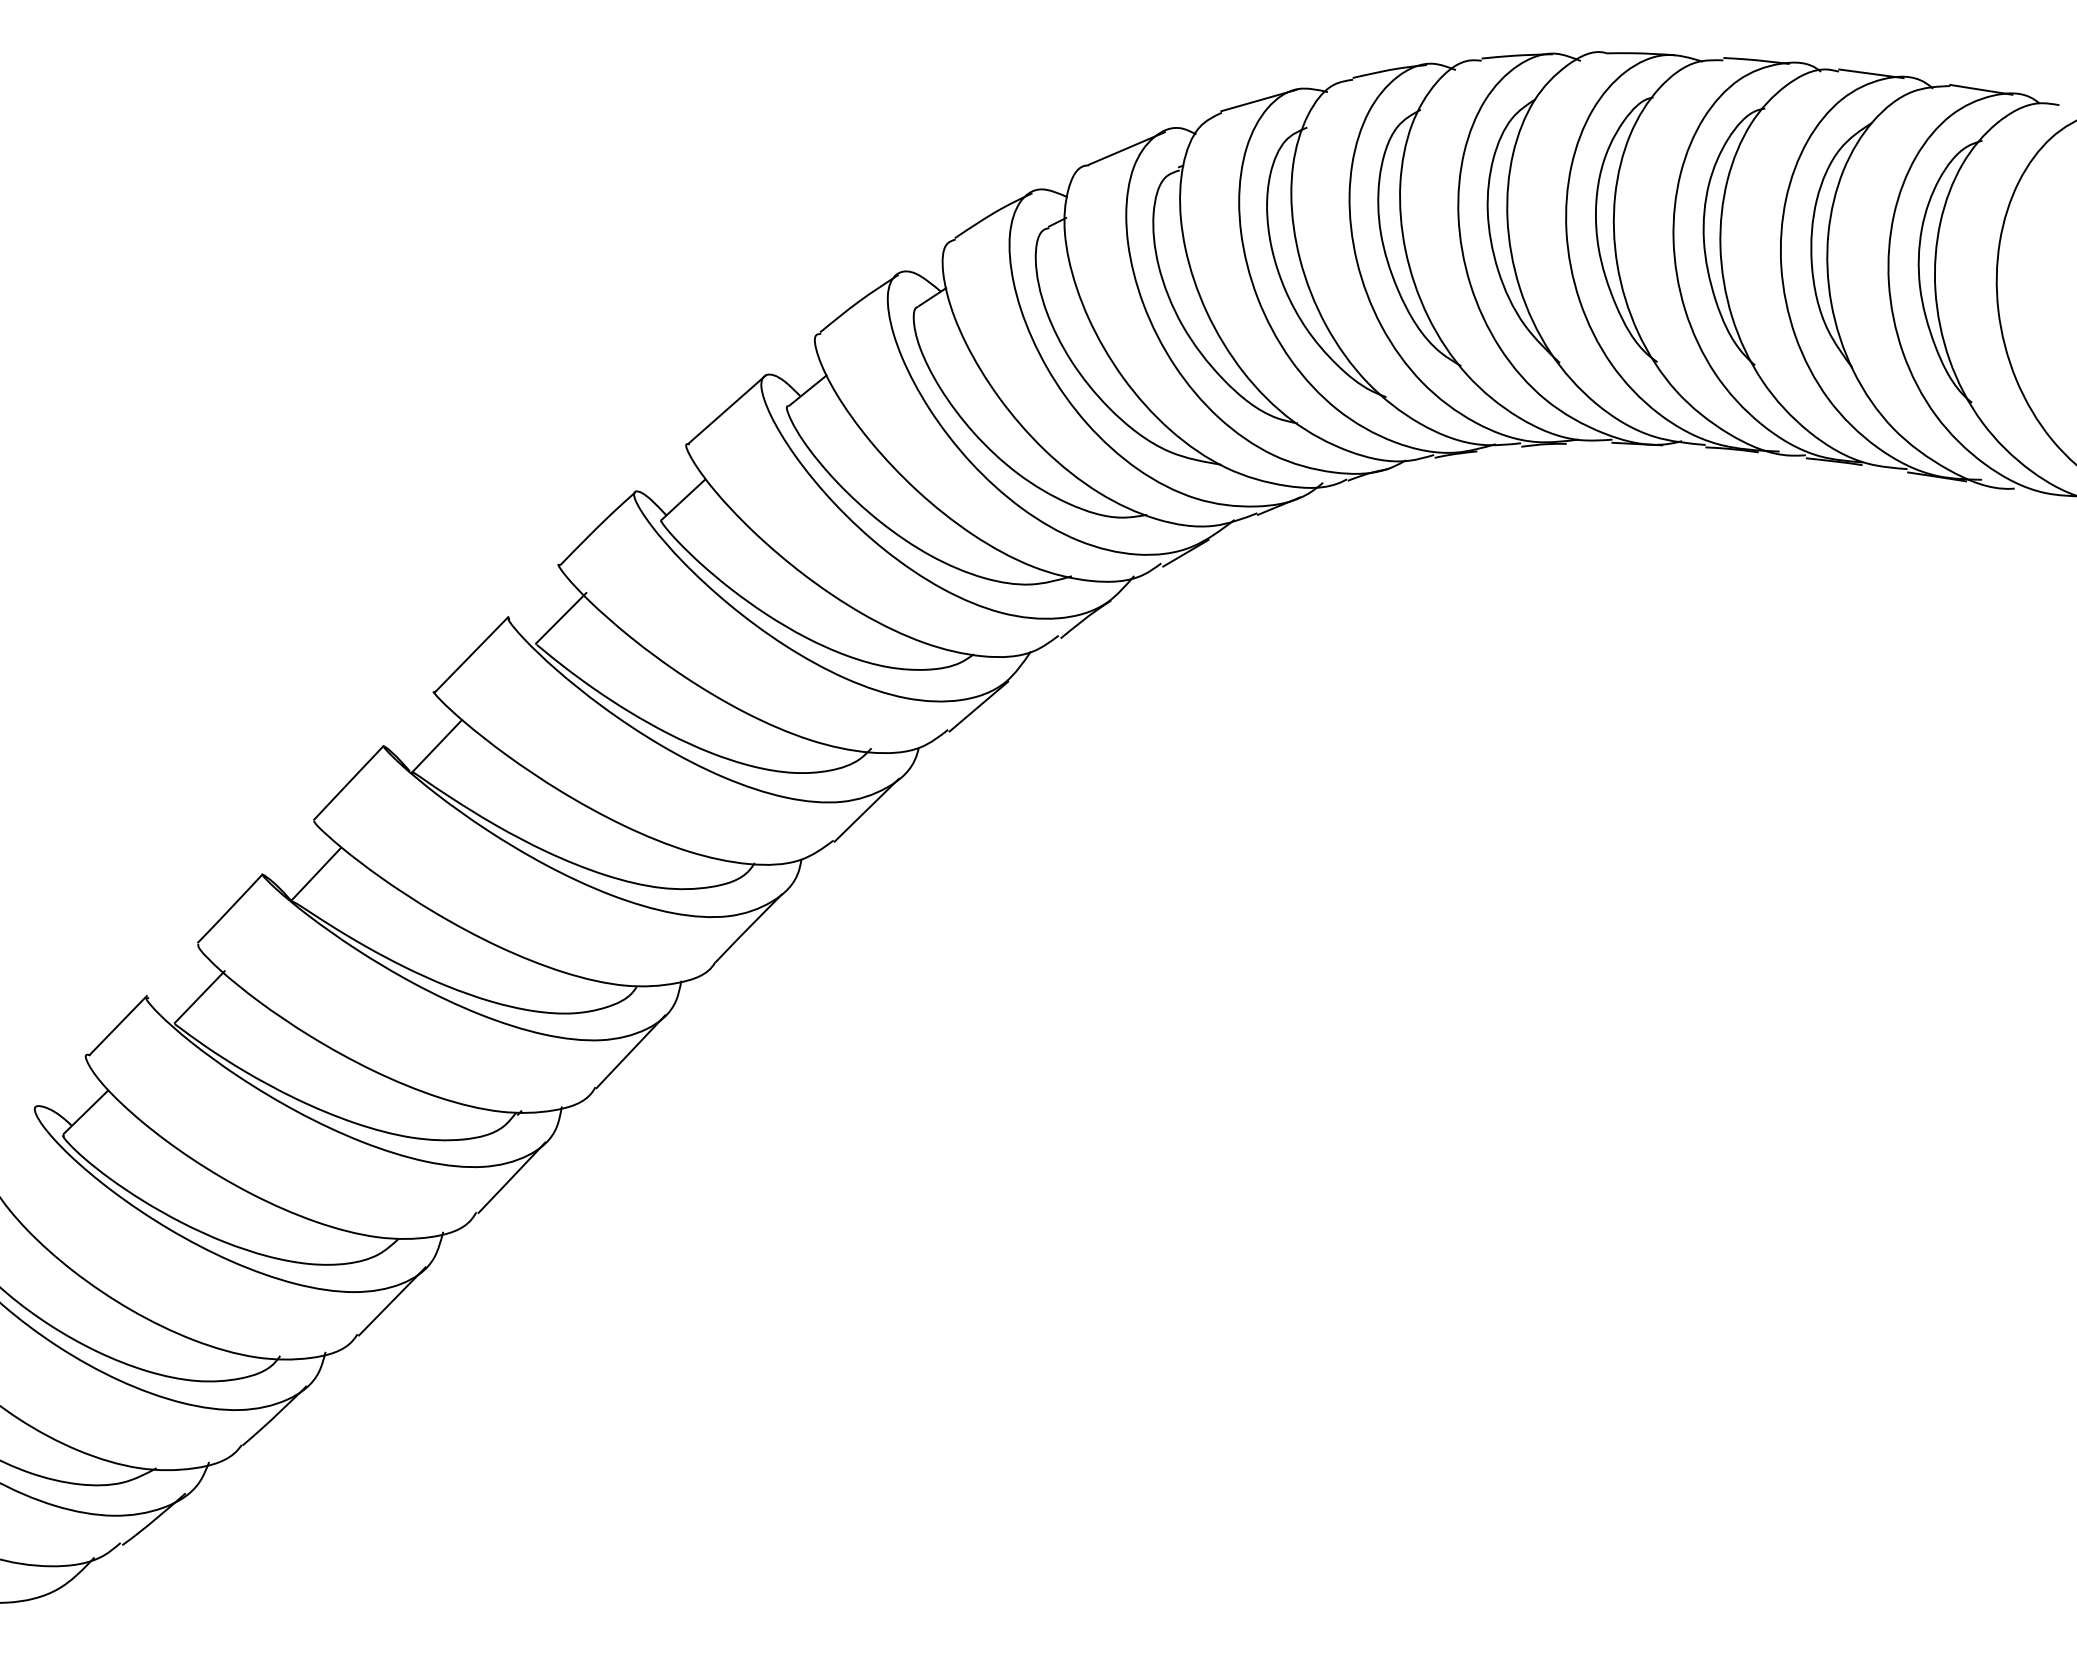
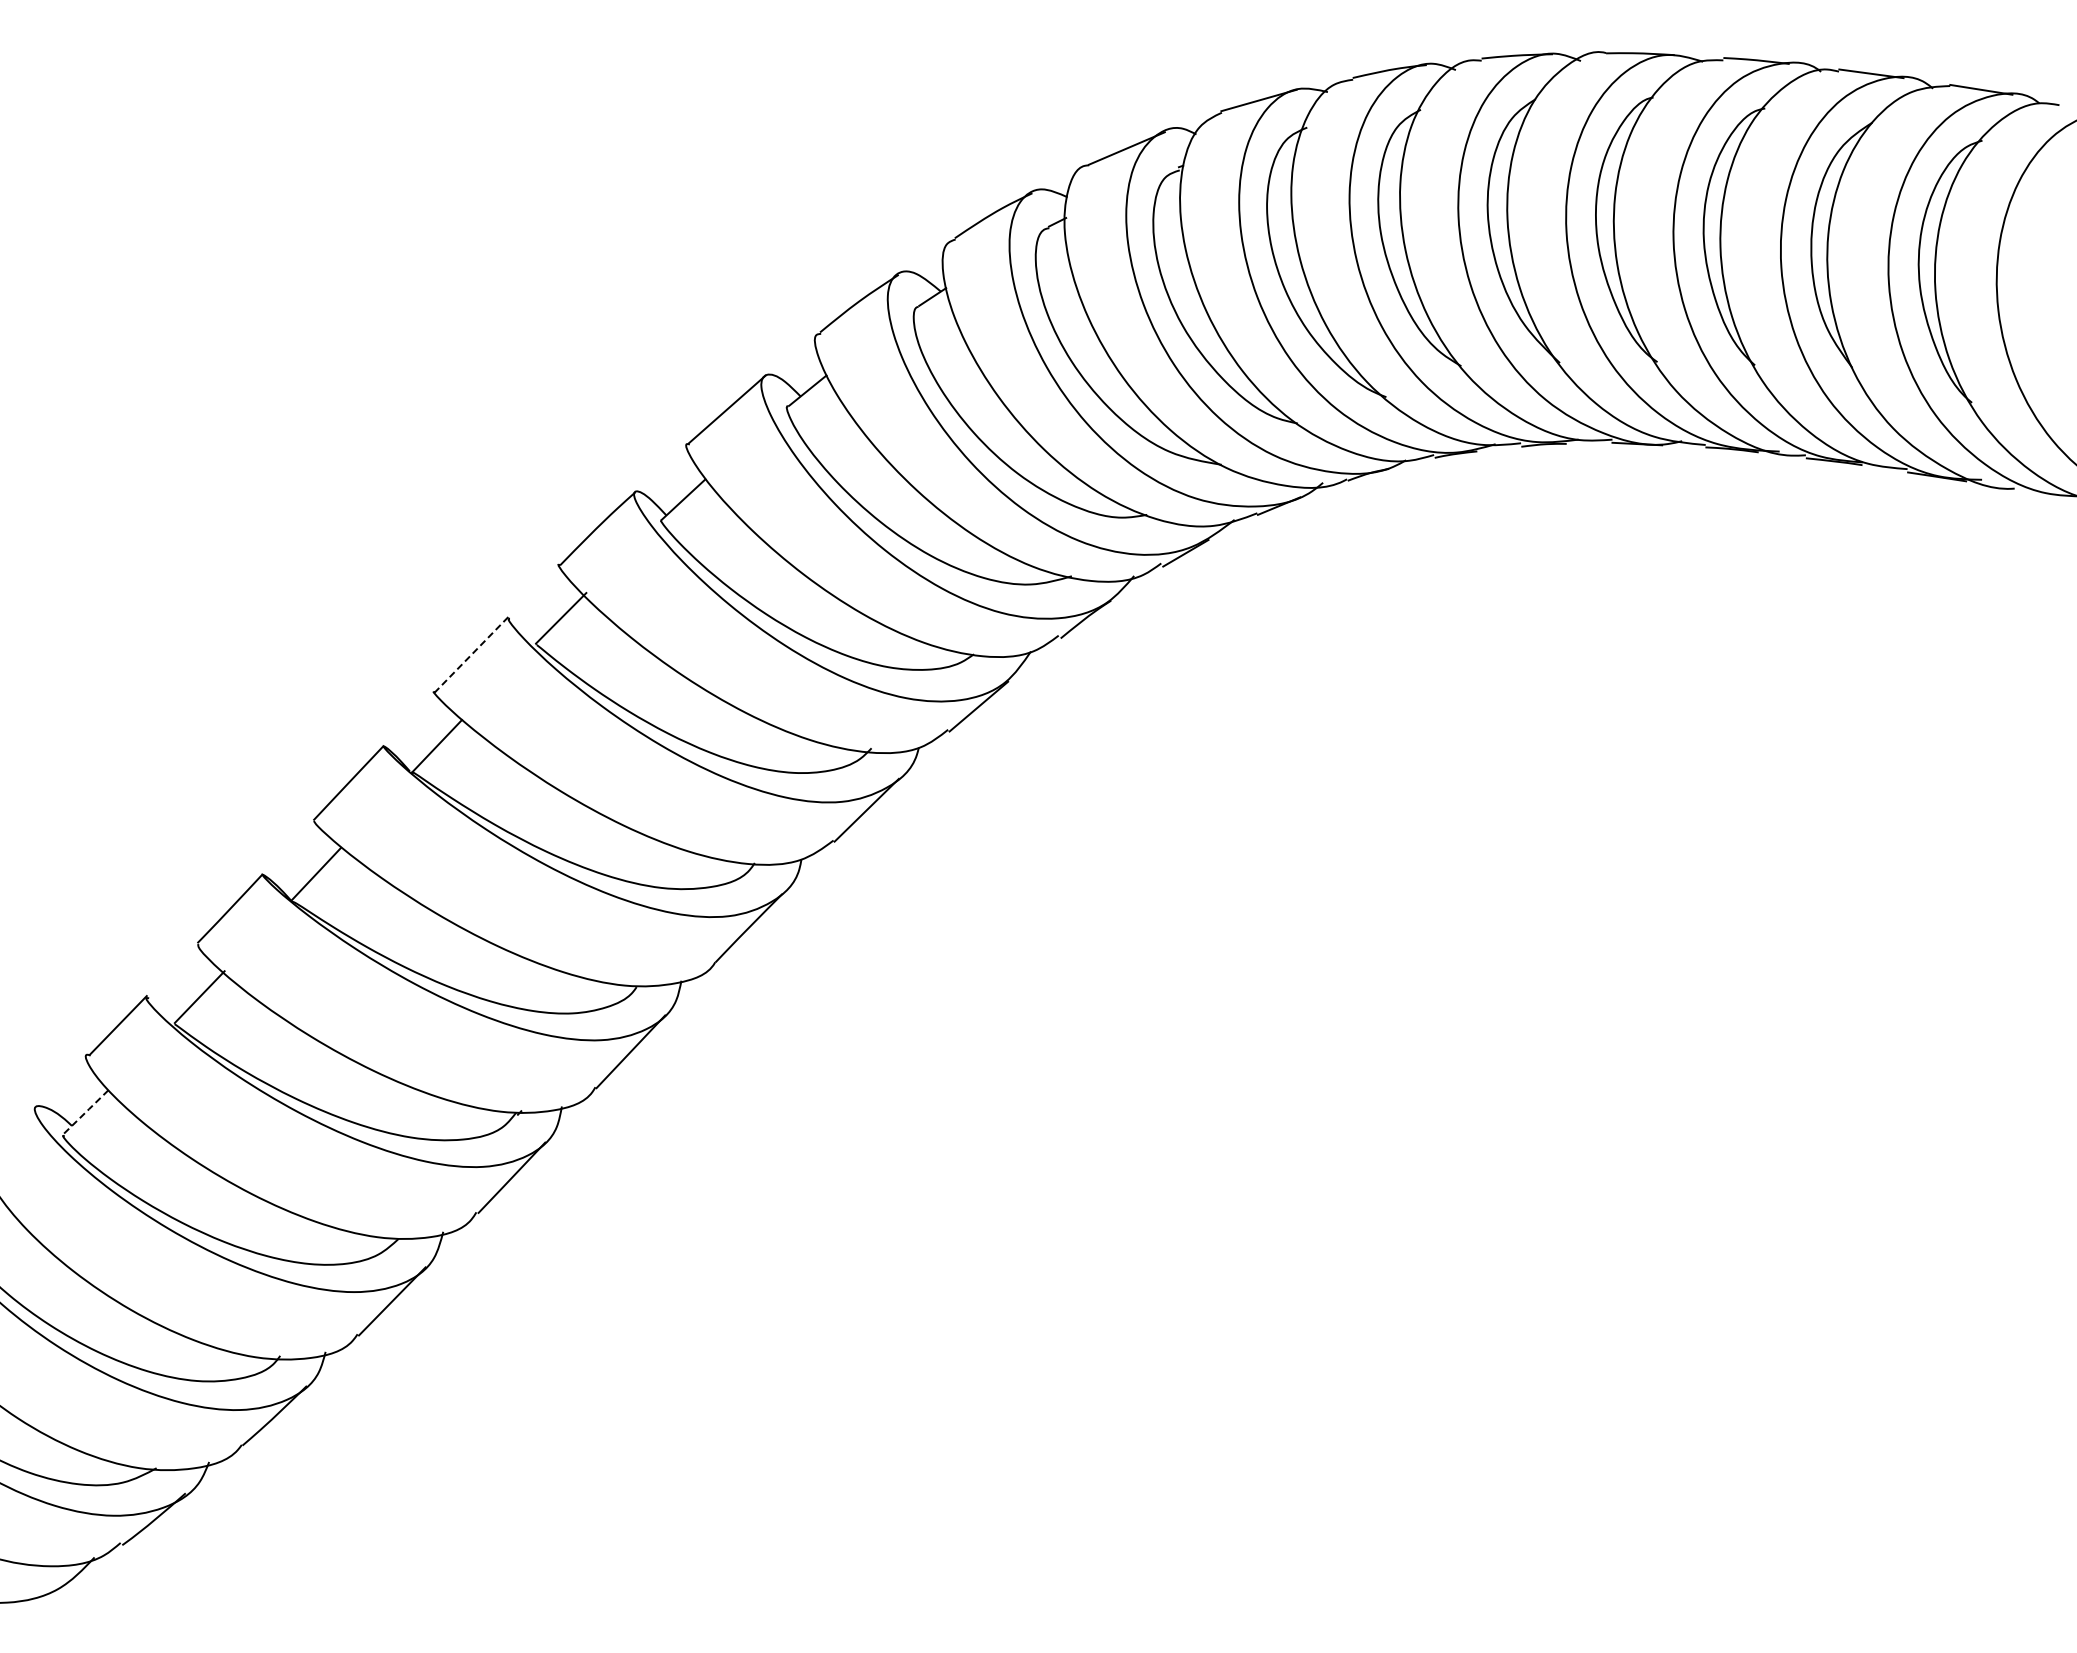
line at (471, 654): solid -> dashed
line at (86, 1111): solid -> dashed
